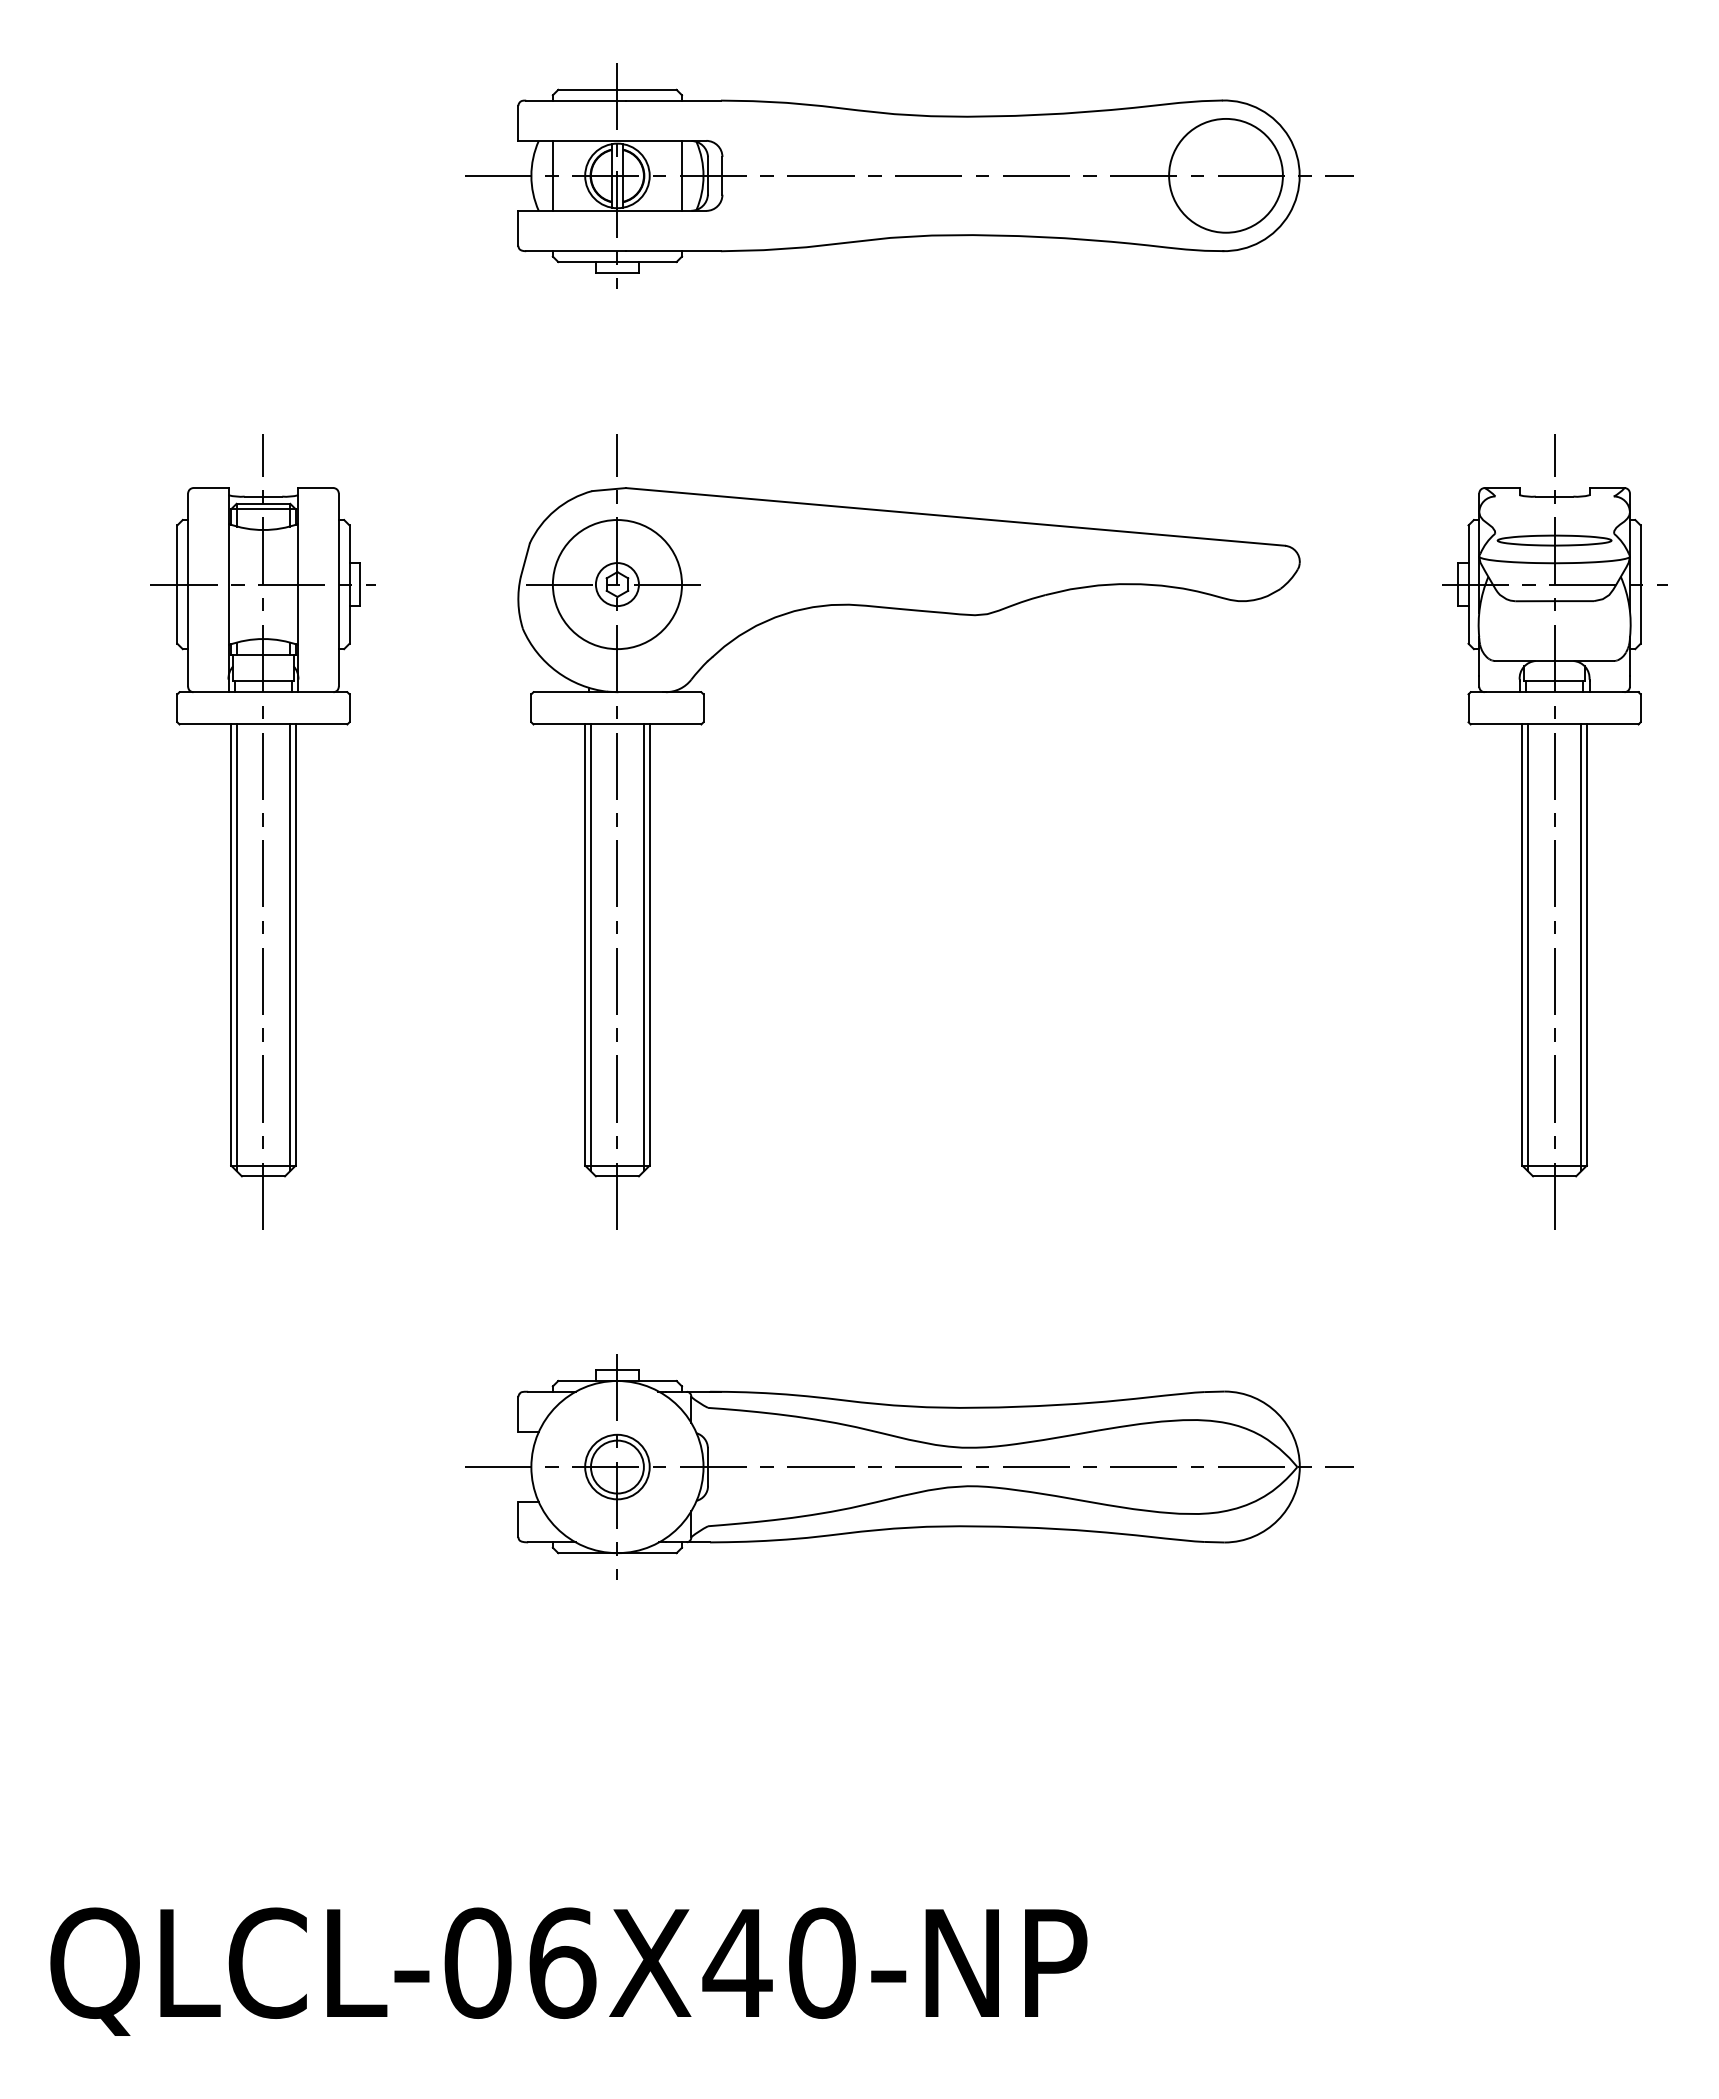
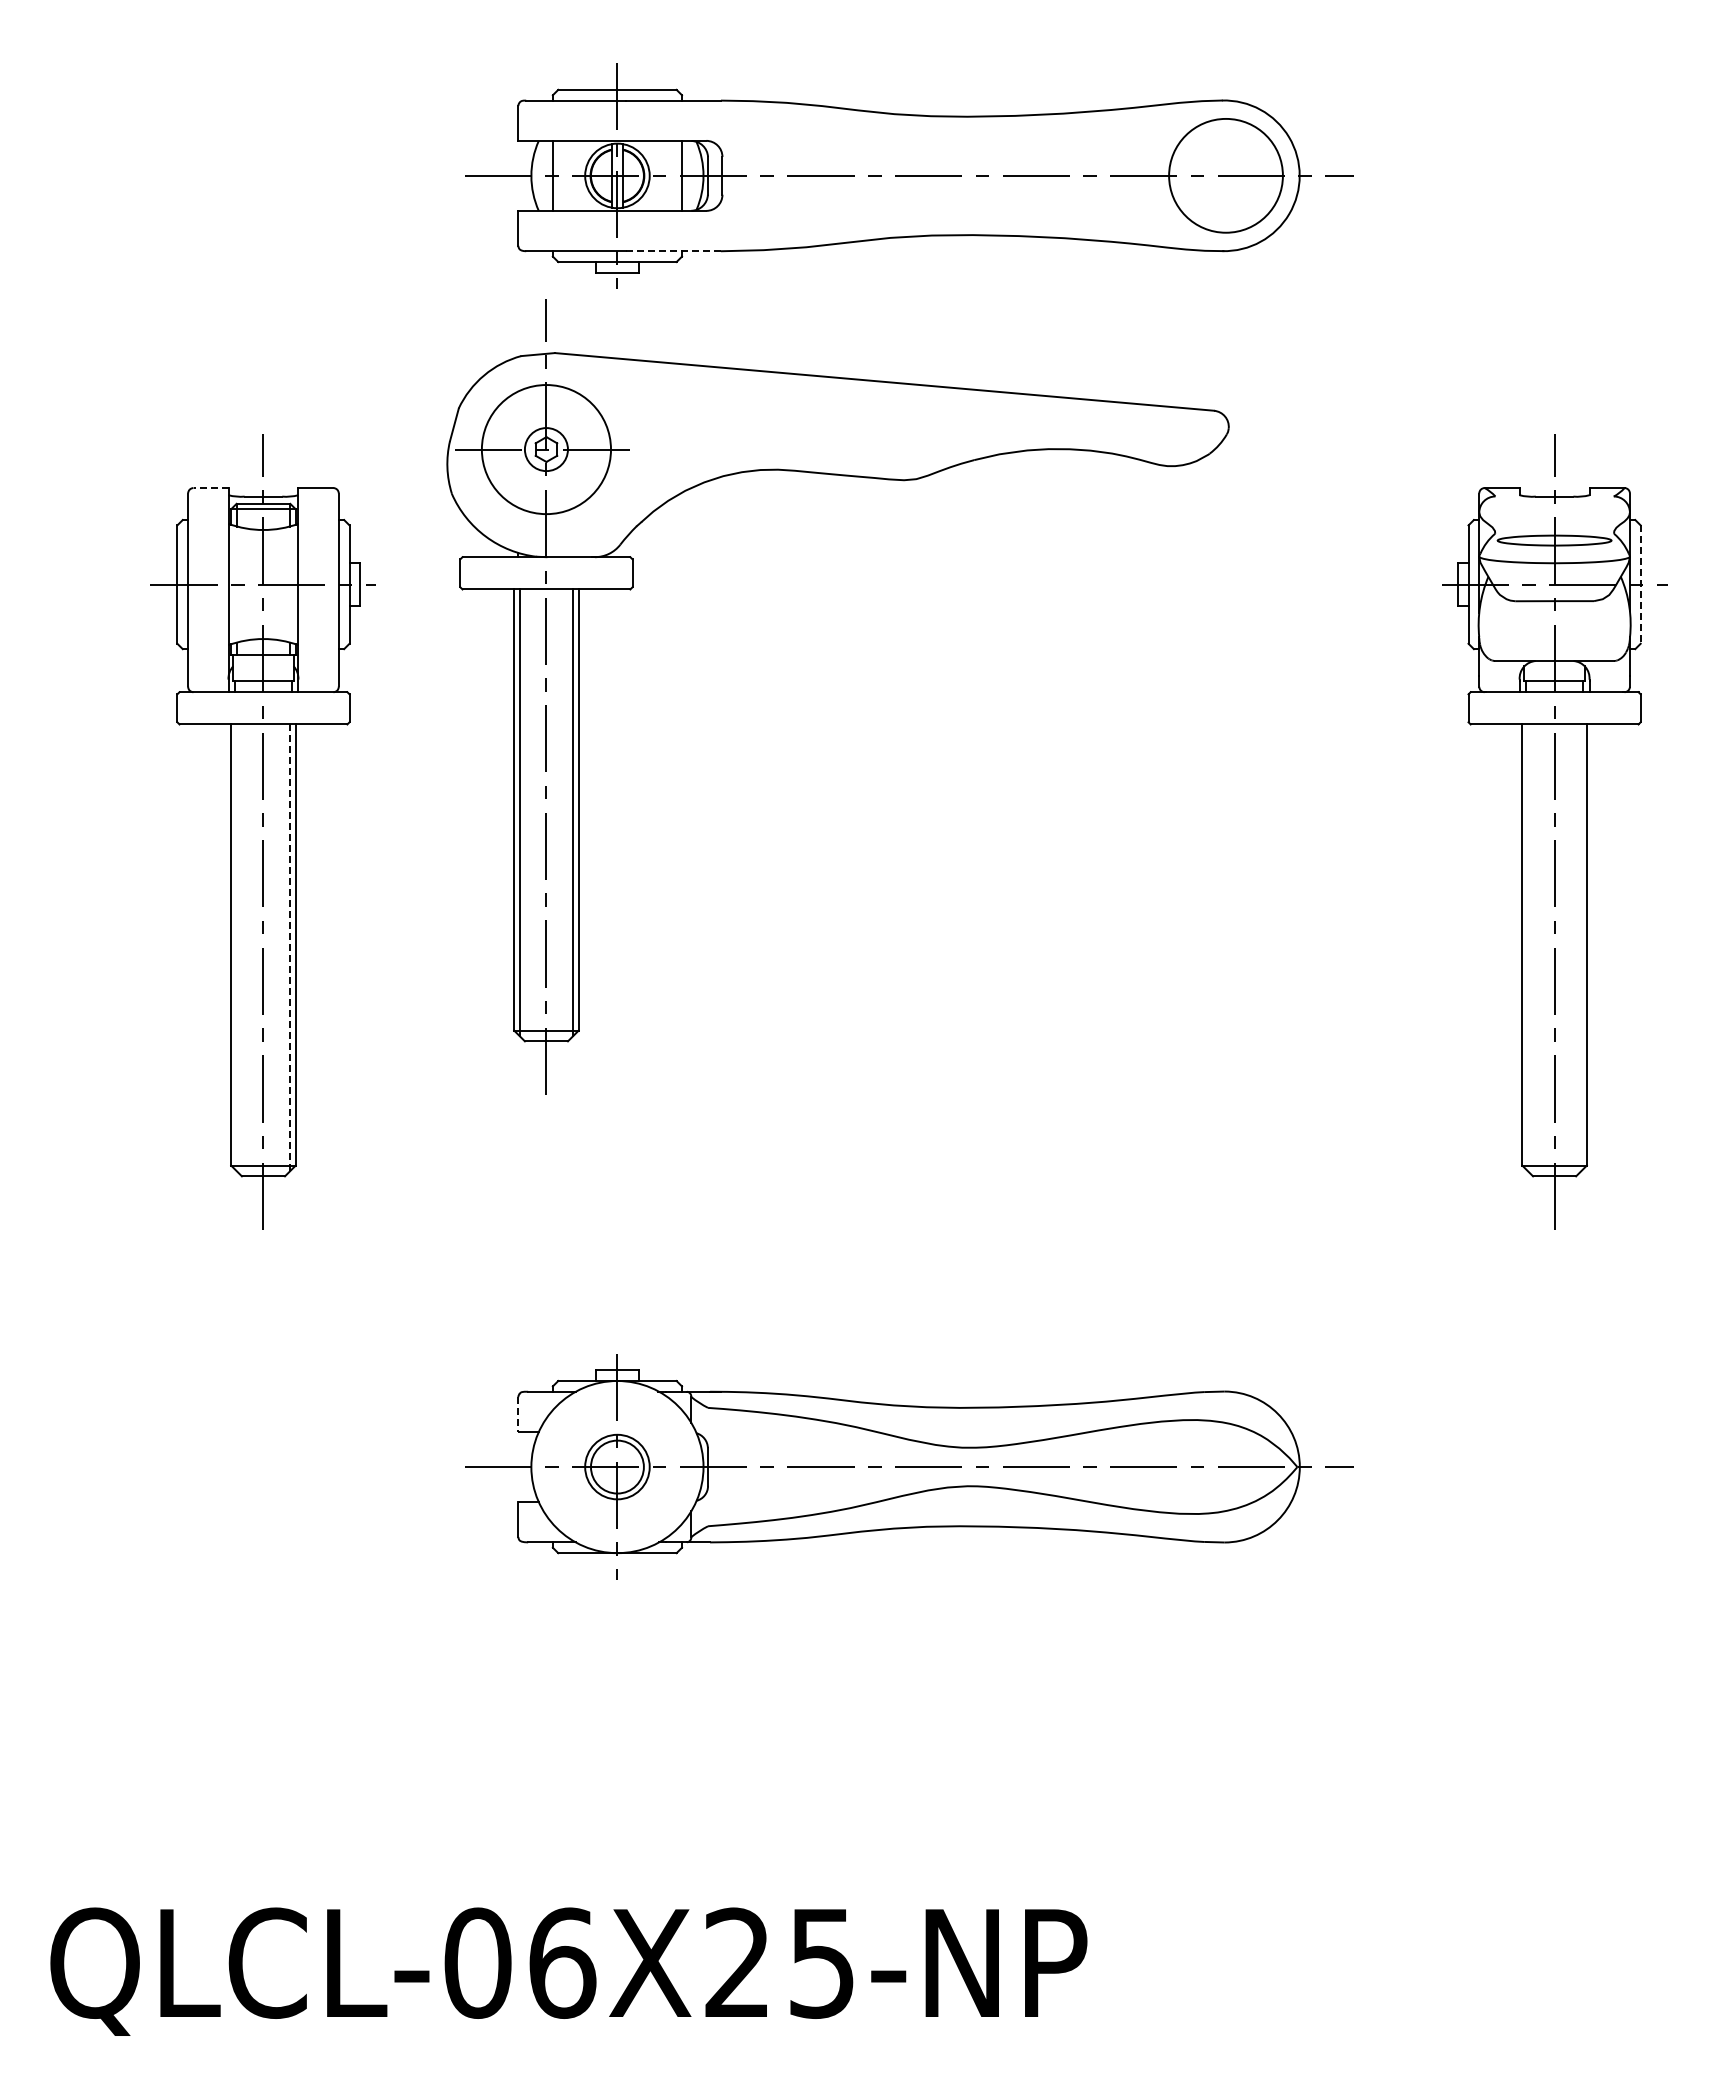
line at (673, 251): solid -> dashed
line at (210, 488): solid -> dashed
line at (1640, 585): solid -> dashed
part at (924, 612) position: (924, 612) -> (853, 477)
line at (237, 947): present -> none
line at (289, 947): solid -> dashed
line at (1528, 947): present -> none
line at (1581, 947): present -> none
line at (518, 1415): solid -> dashed
text at (778, 1962): QLCL-06X40-NP -> QLCL-06X25-NP
